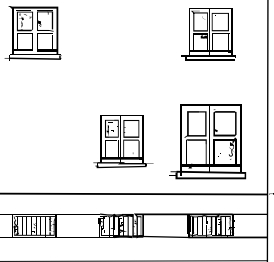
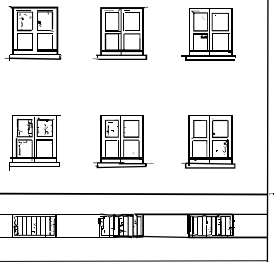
part at (119, 32): none -> present
part at (207, 141) size: 78x76 px -> 55x54 px
part at (34, 142): none -> present
